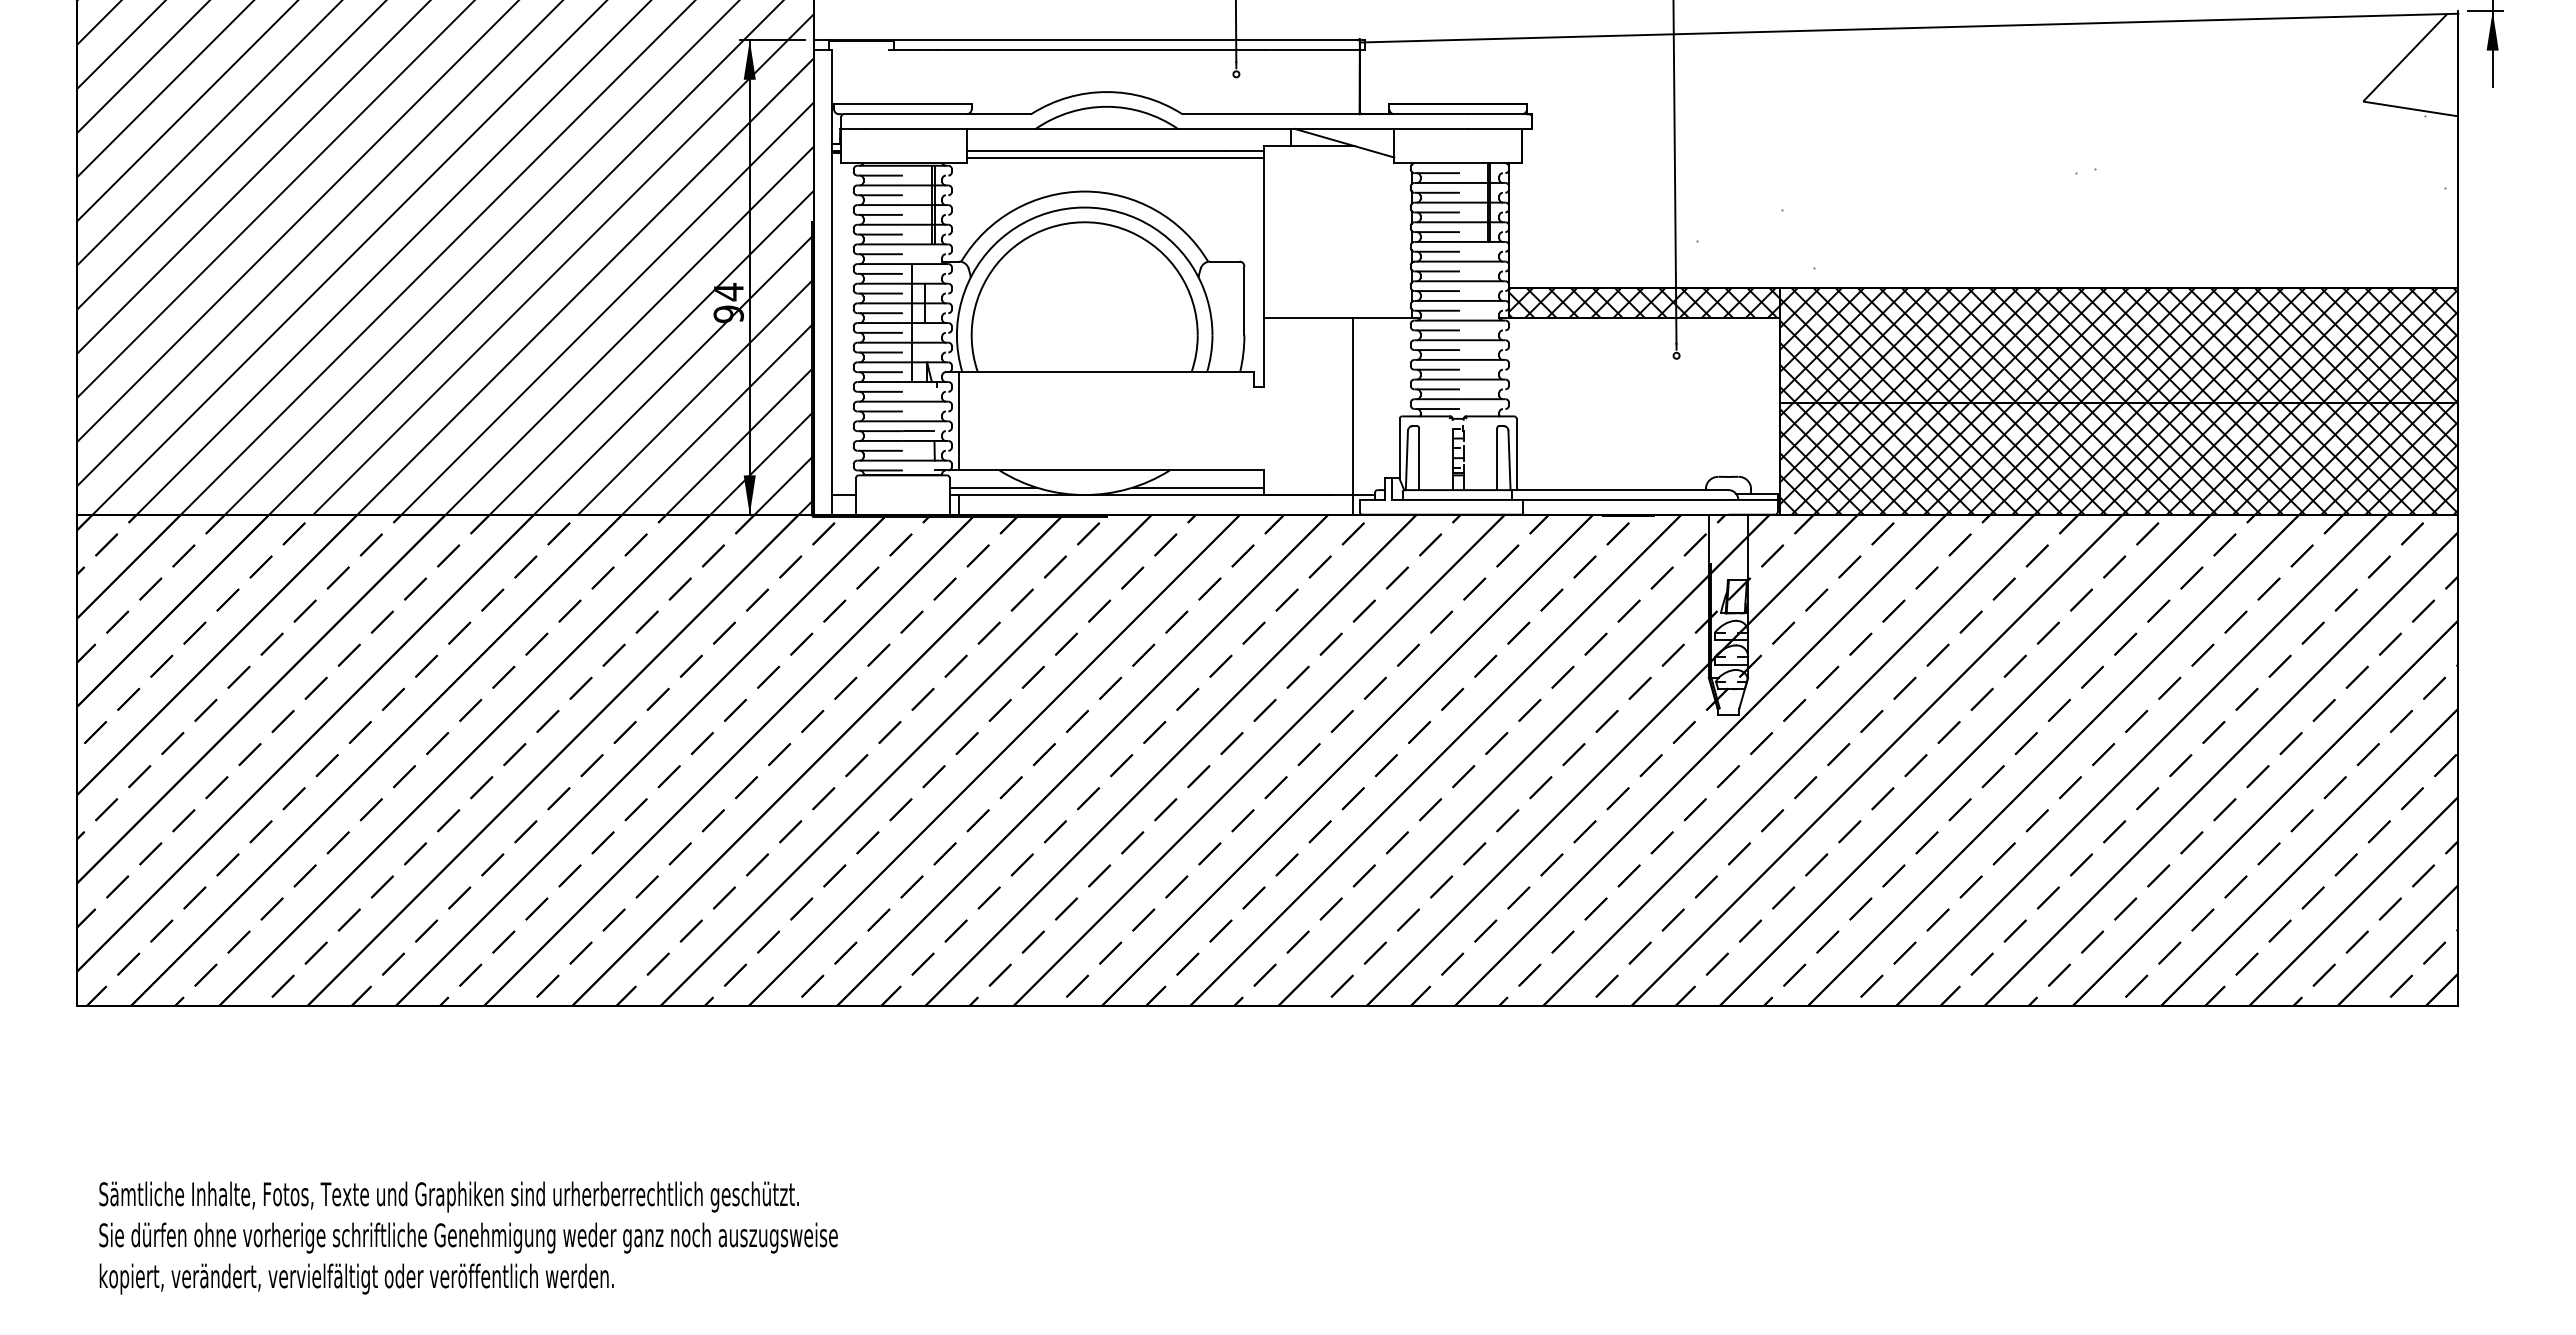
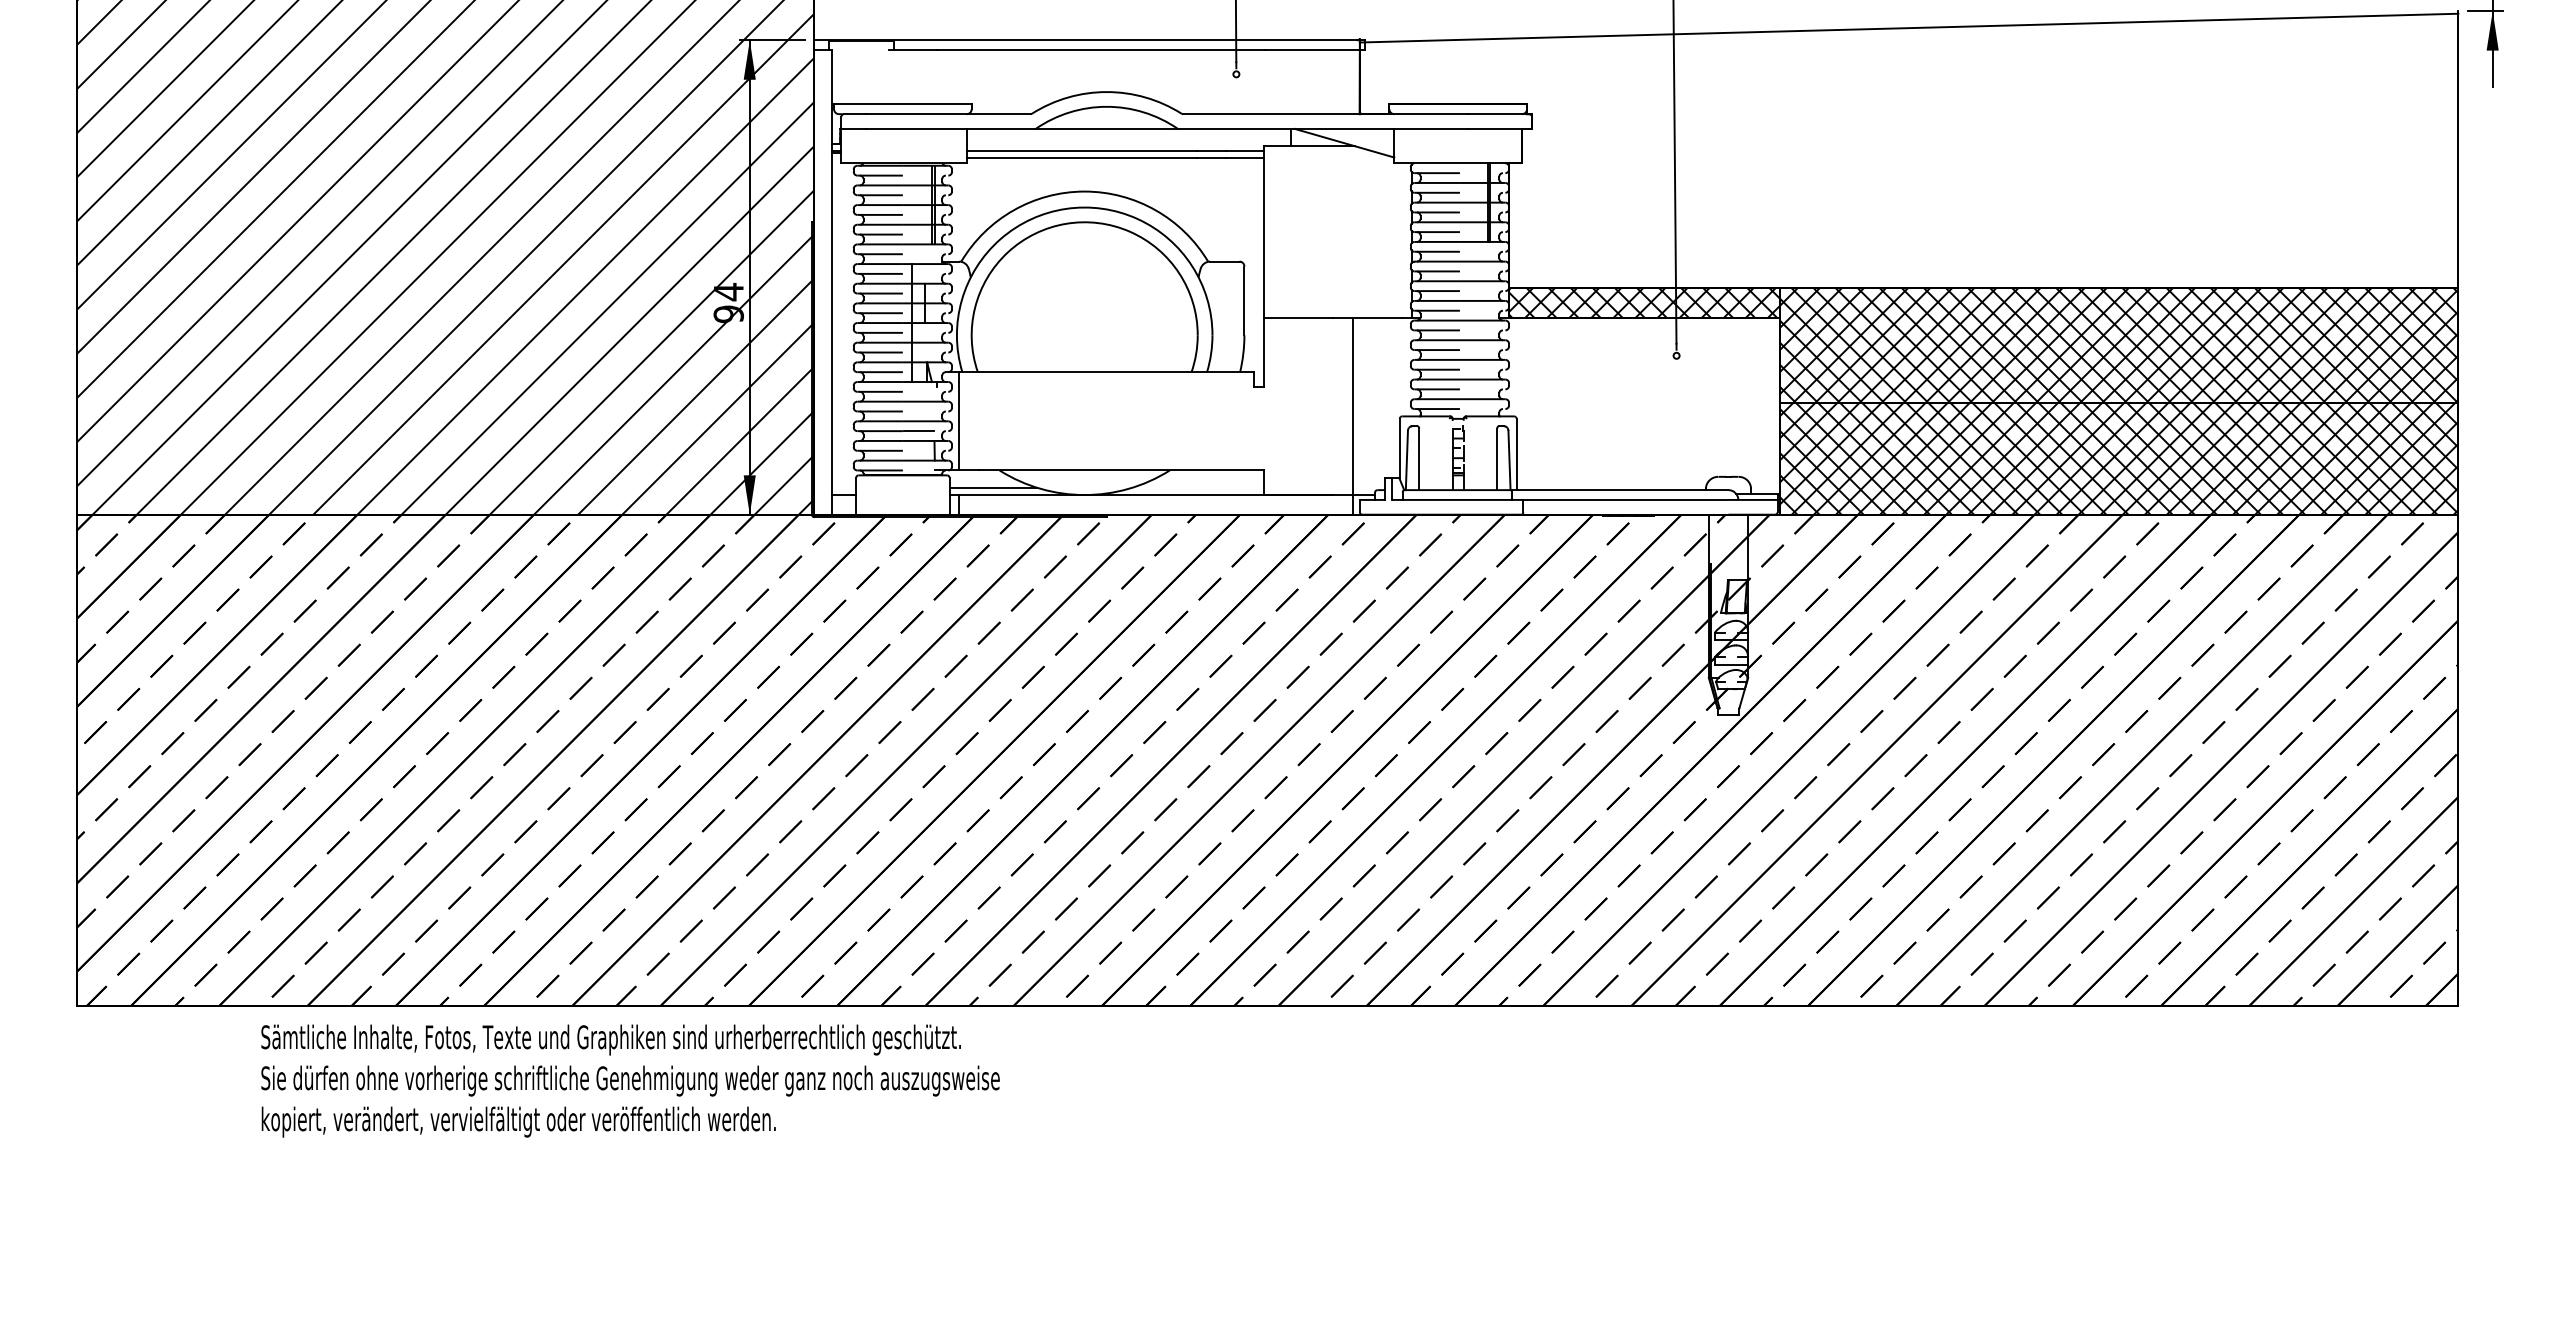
hatch at (2077, 141): present -> none
line at (1198, 487): present -> none
text at (468, 1237) position: (468, 1237) -> (630, 1080)
